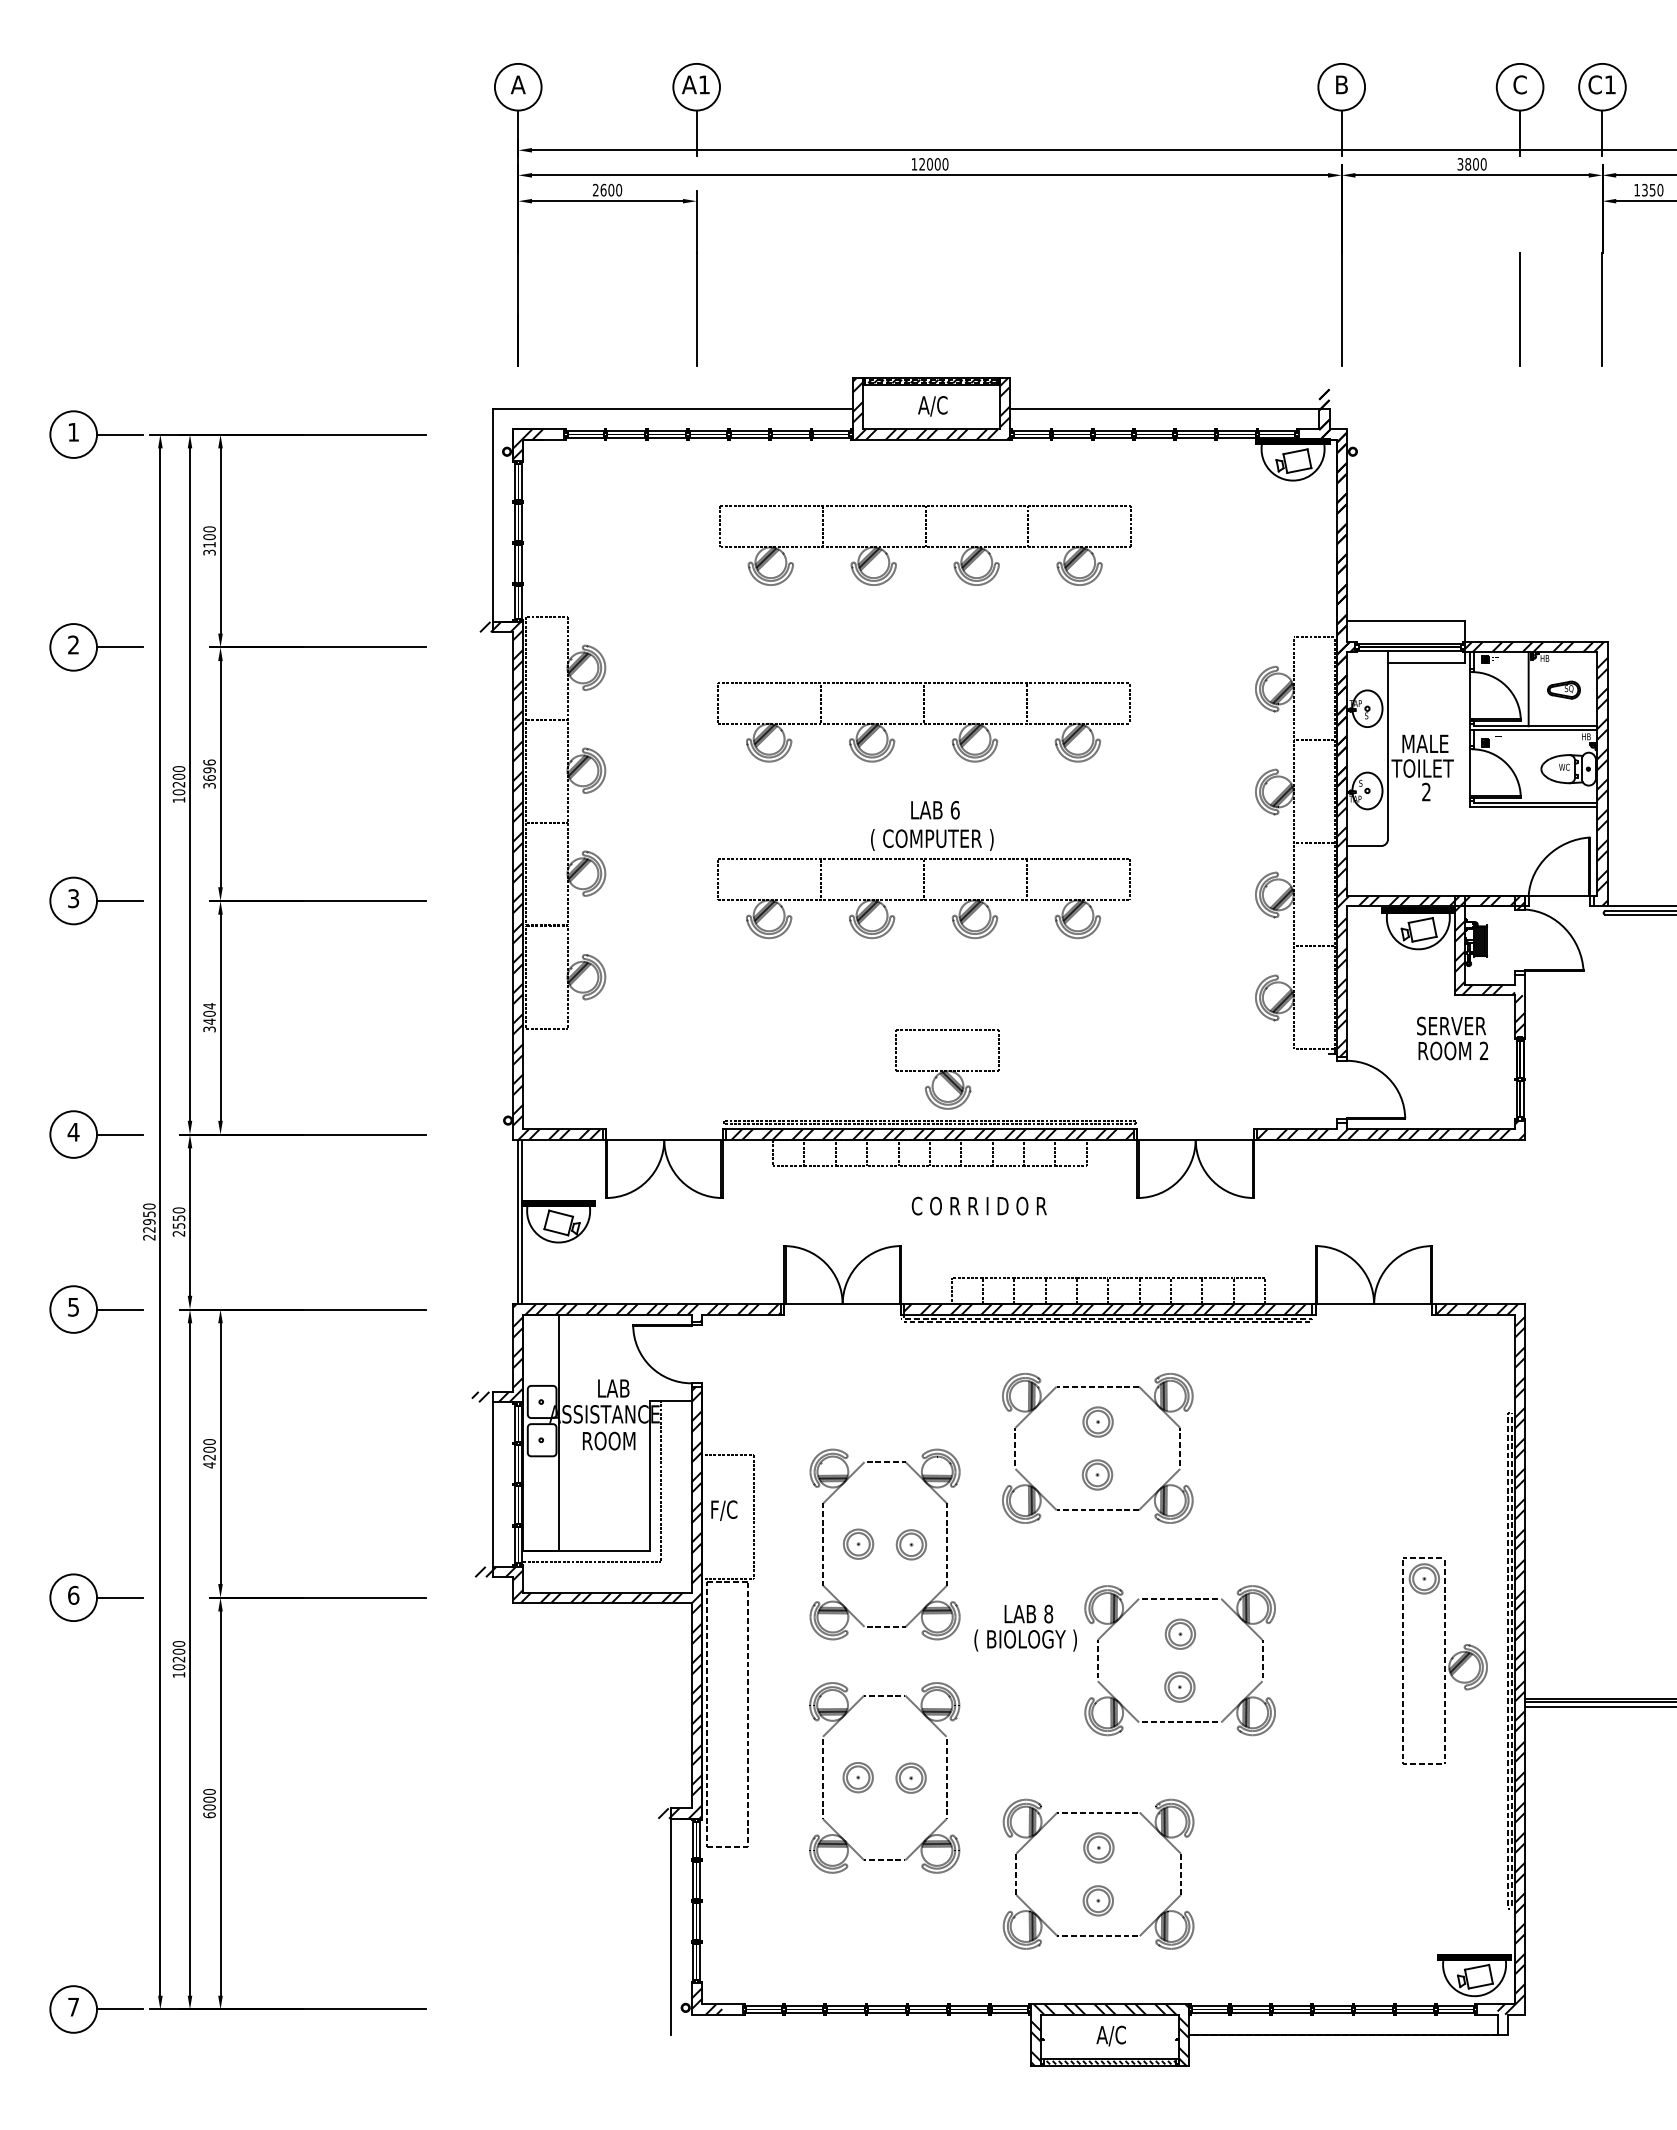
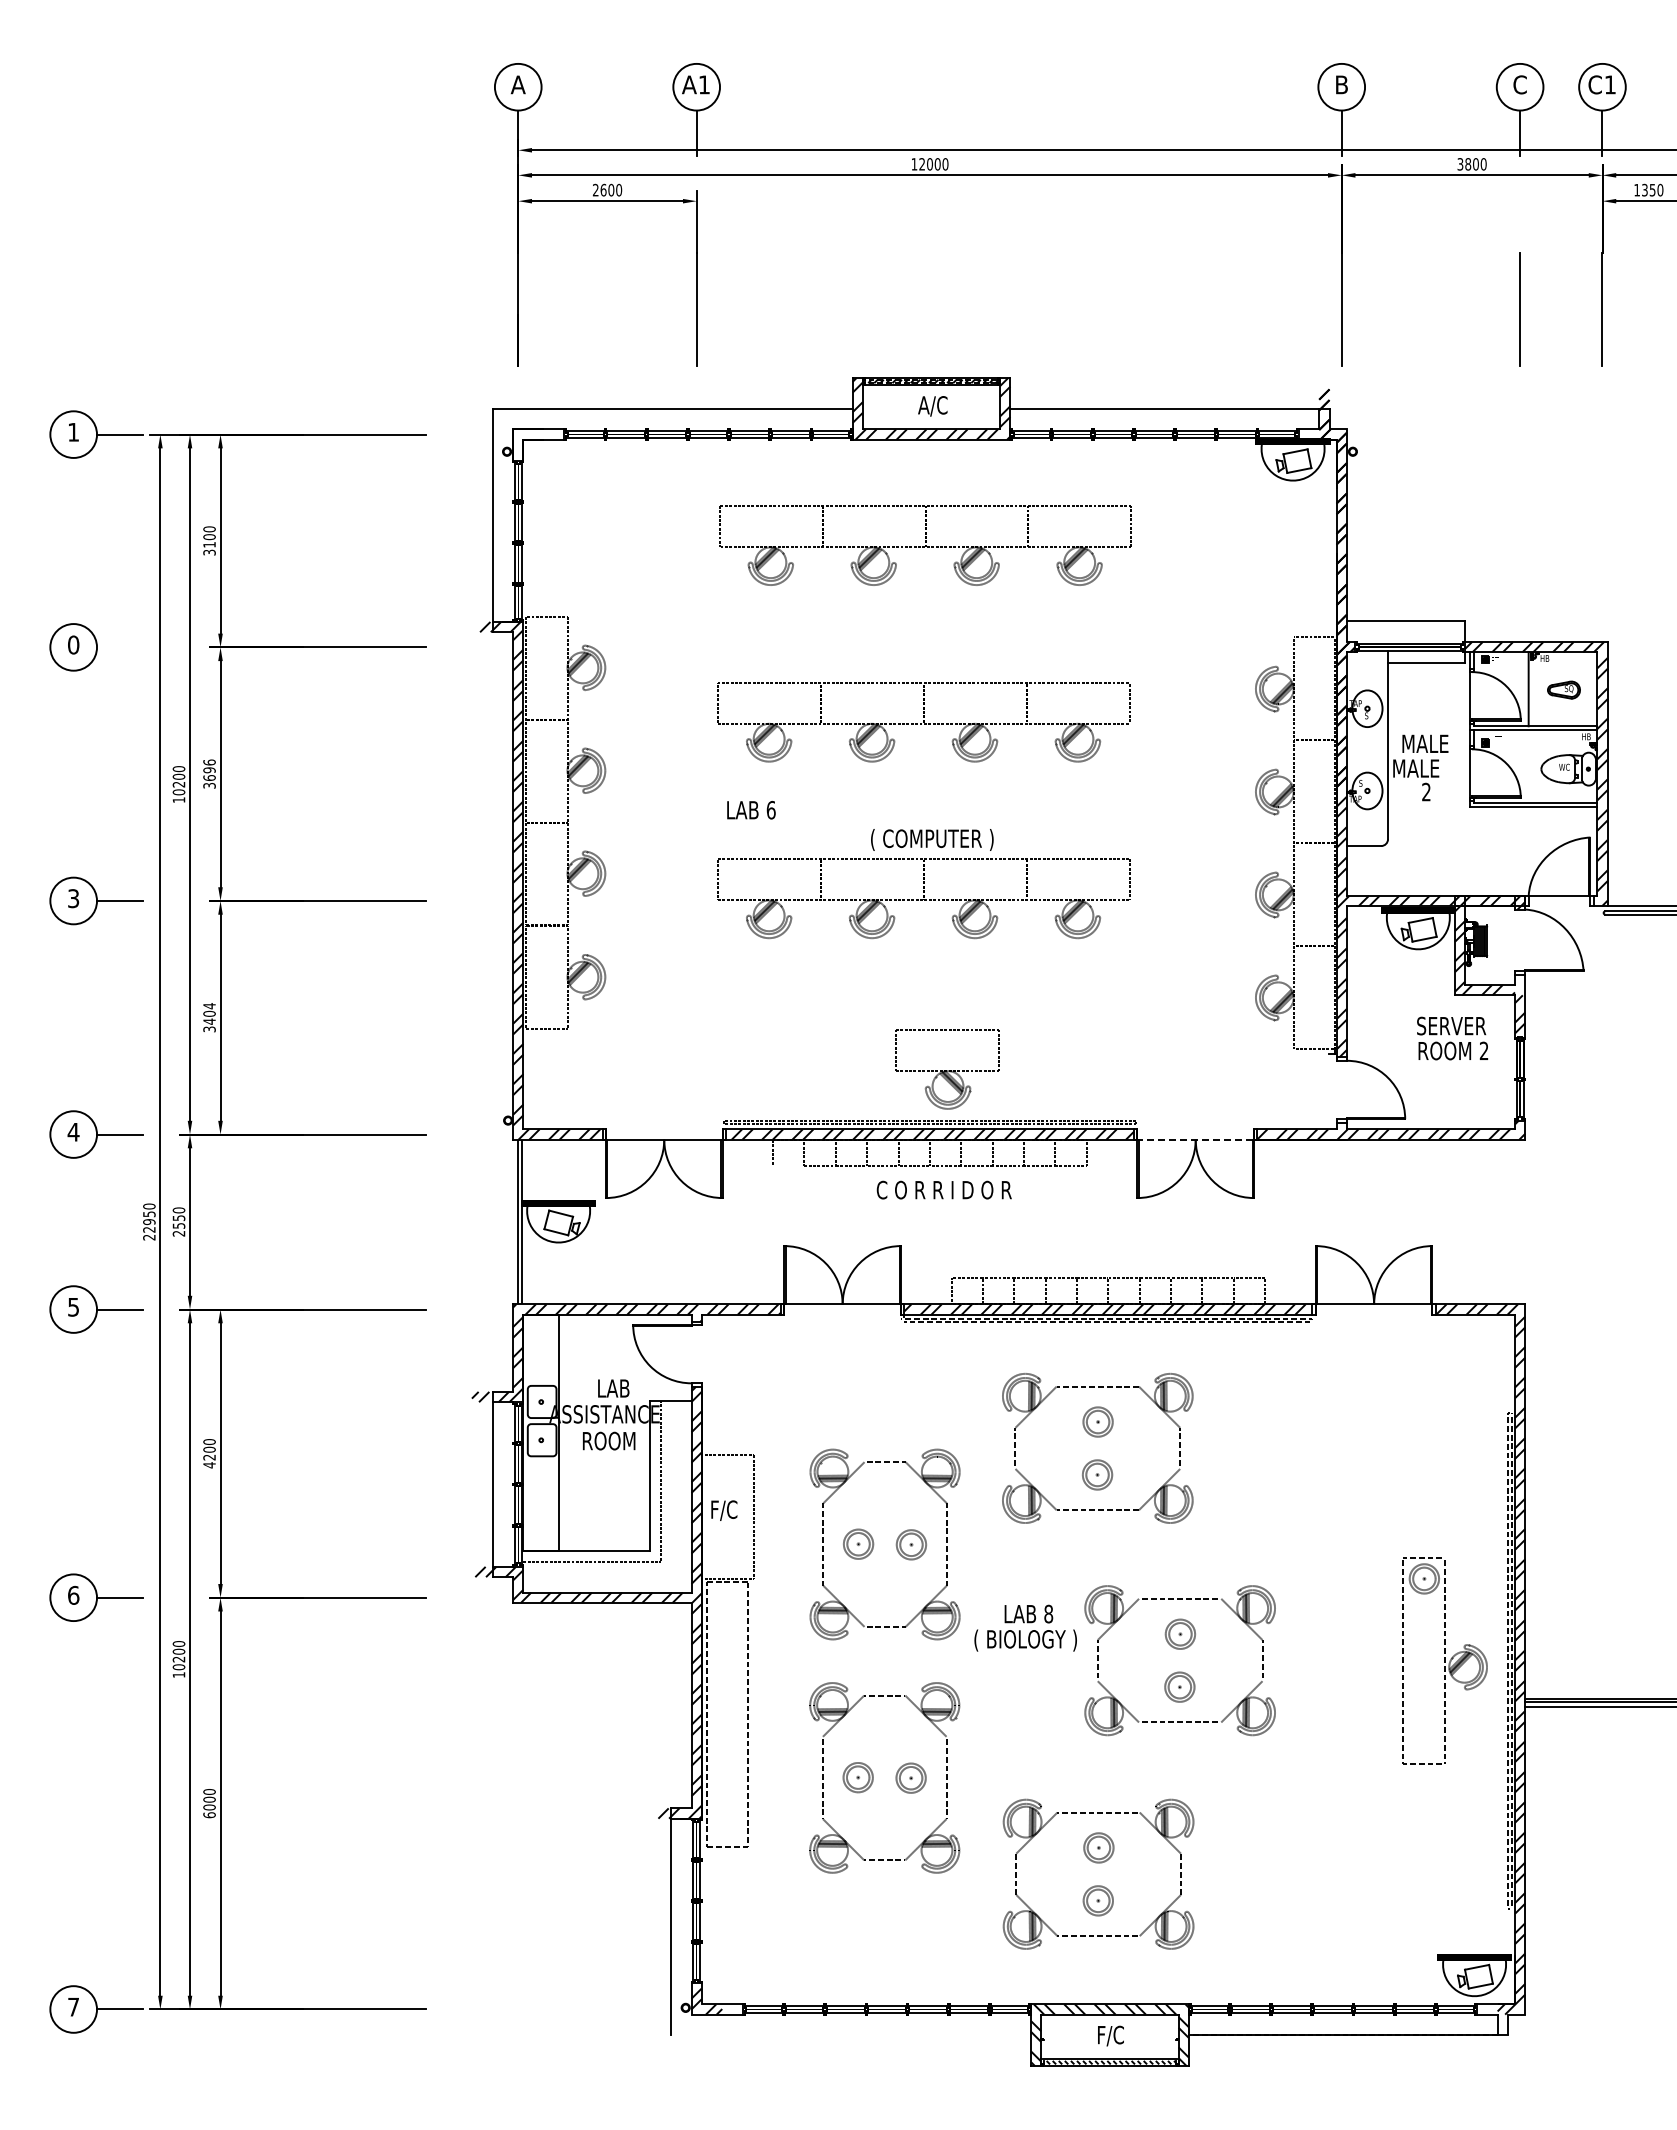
hatch at (527, 444): present -> none
text at (73, 644): 2 -> 0
line at (119, 647): present -> none
text at (1422, 768): TOILET -> MALE
text at (935, 810) position: (935, 810) -> (751, 810)
line at (1195, 1139): solid -> dashed
line at (788, 1165): present -> none
text at (978, 1205) position: (978, 1205) -> (943, 1189)
text at (1110, 2035): A/C -> F/C
